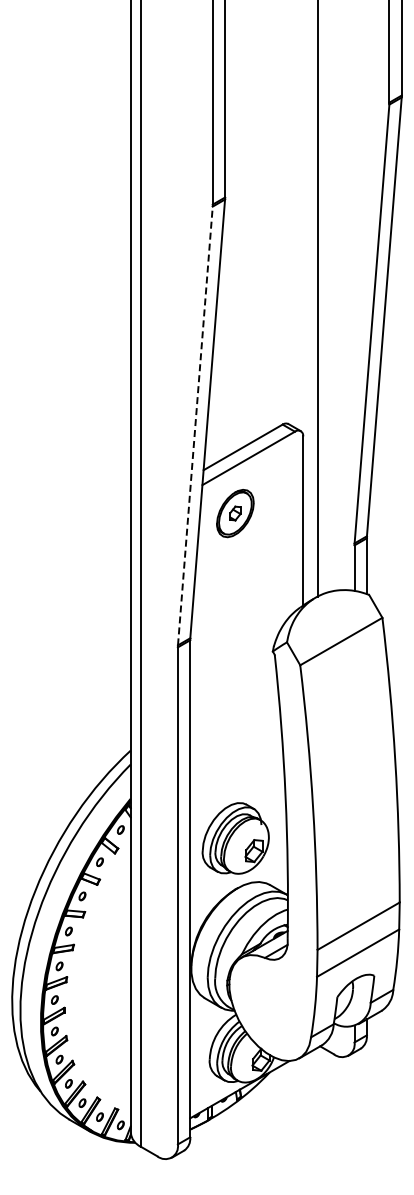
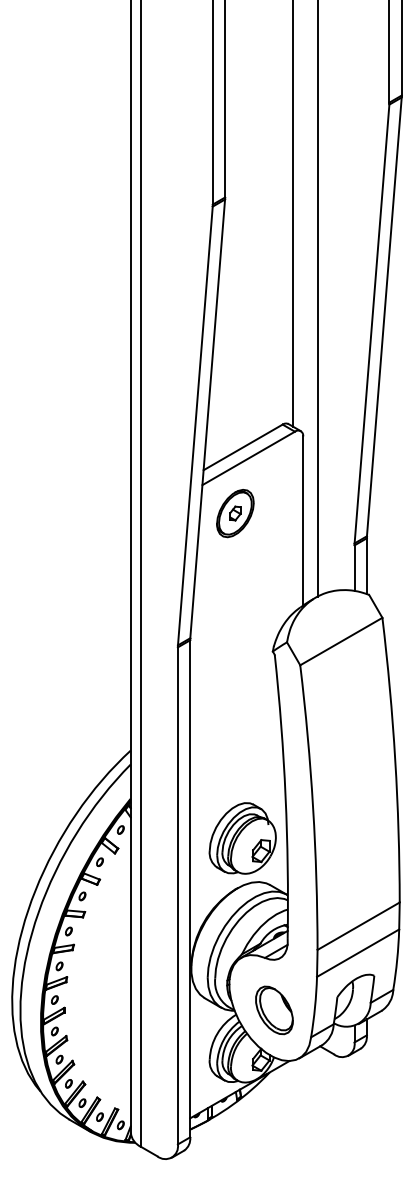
line at (292, 214): none -> present
line at (195, 425): dashed -> solid
part at (235, 838) position: (235, 838) -> (242, 838)
part at (274, 1010): none -> present
